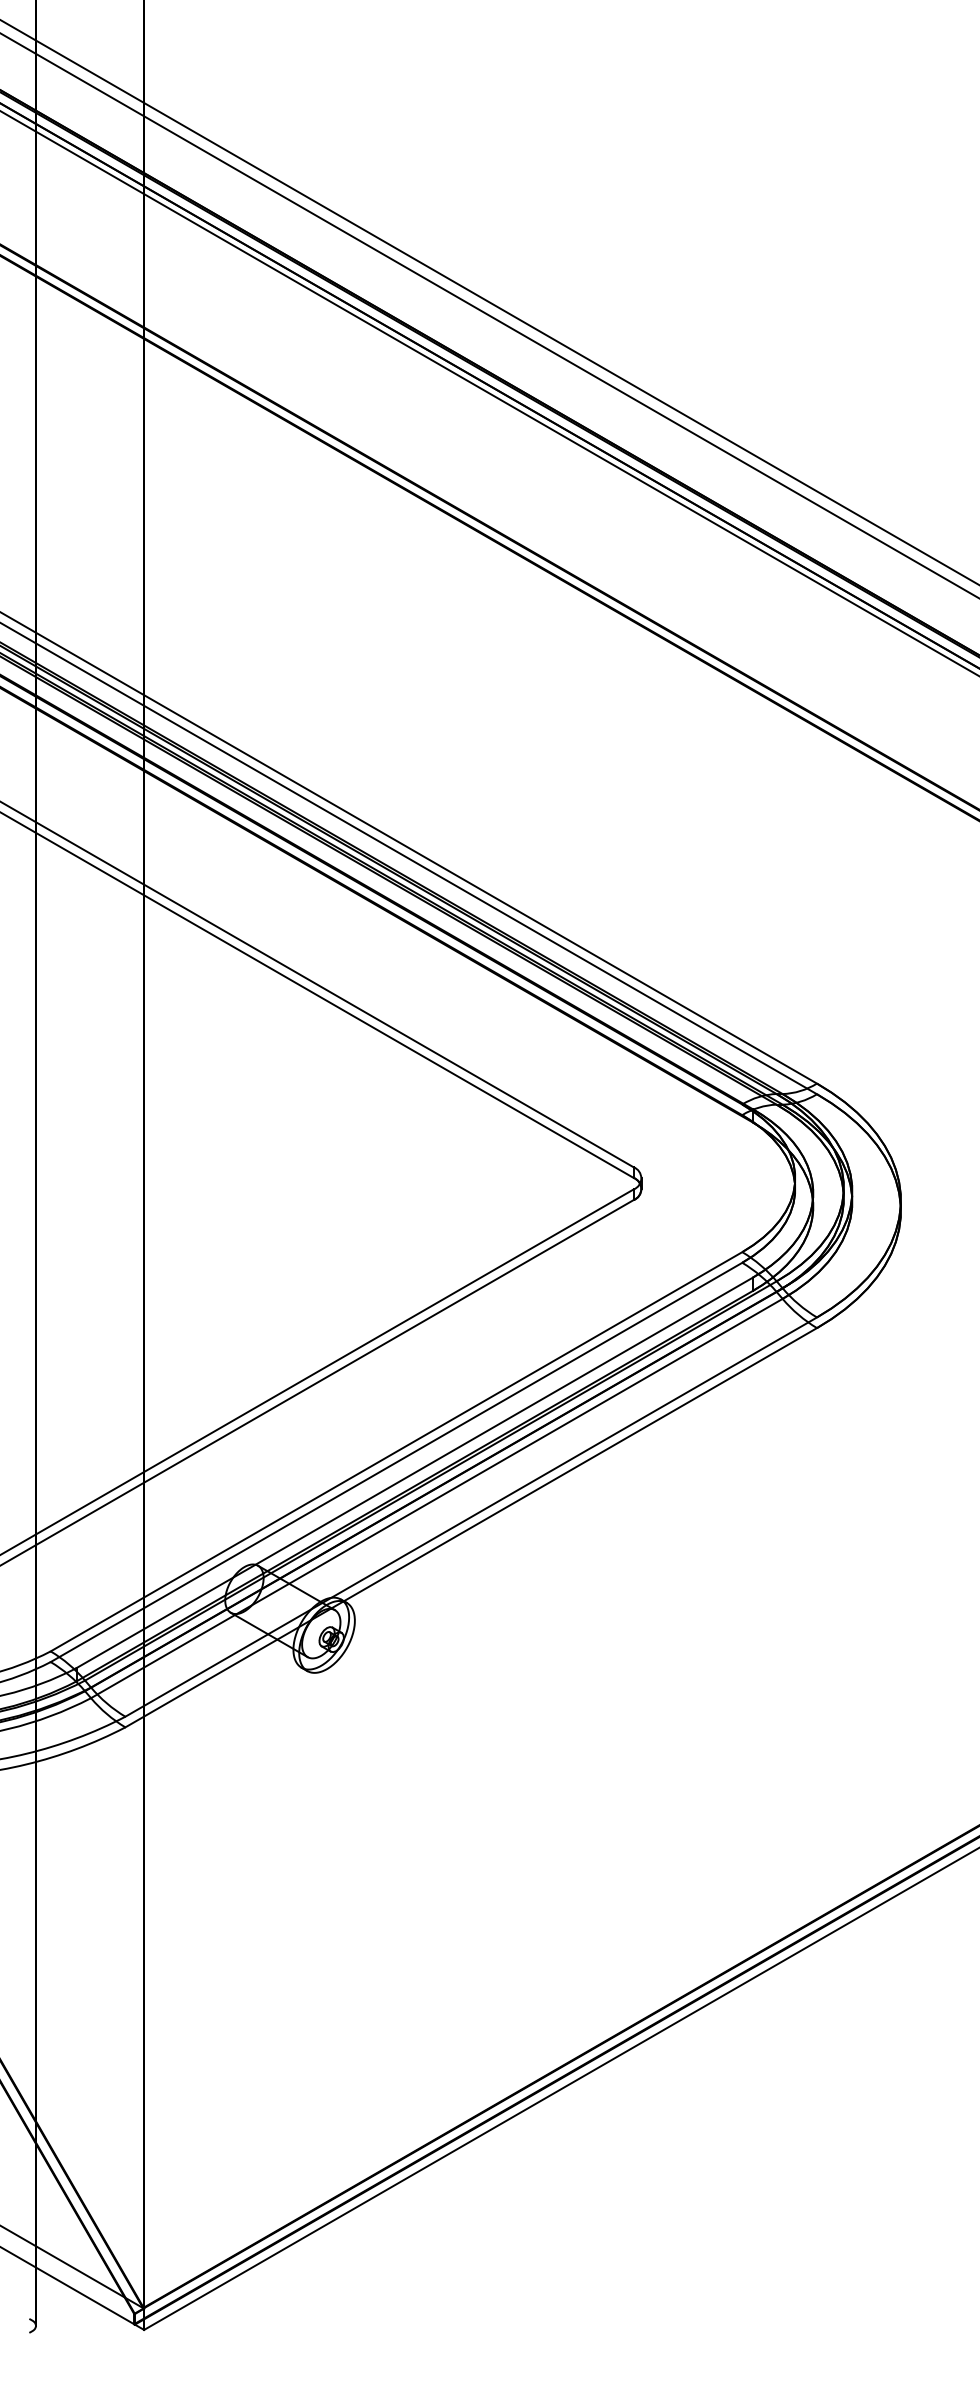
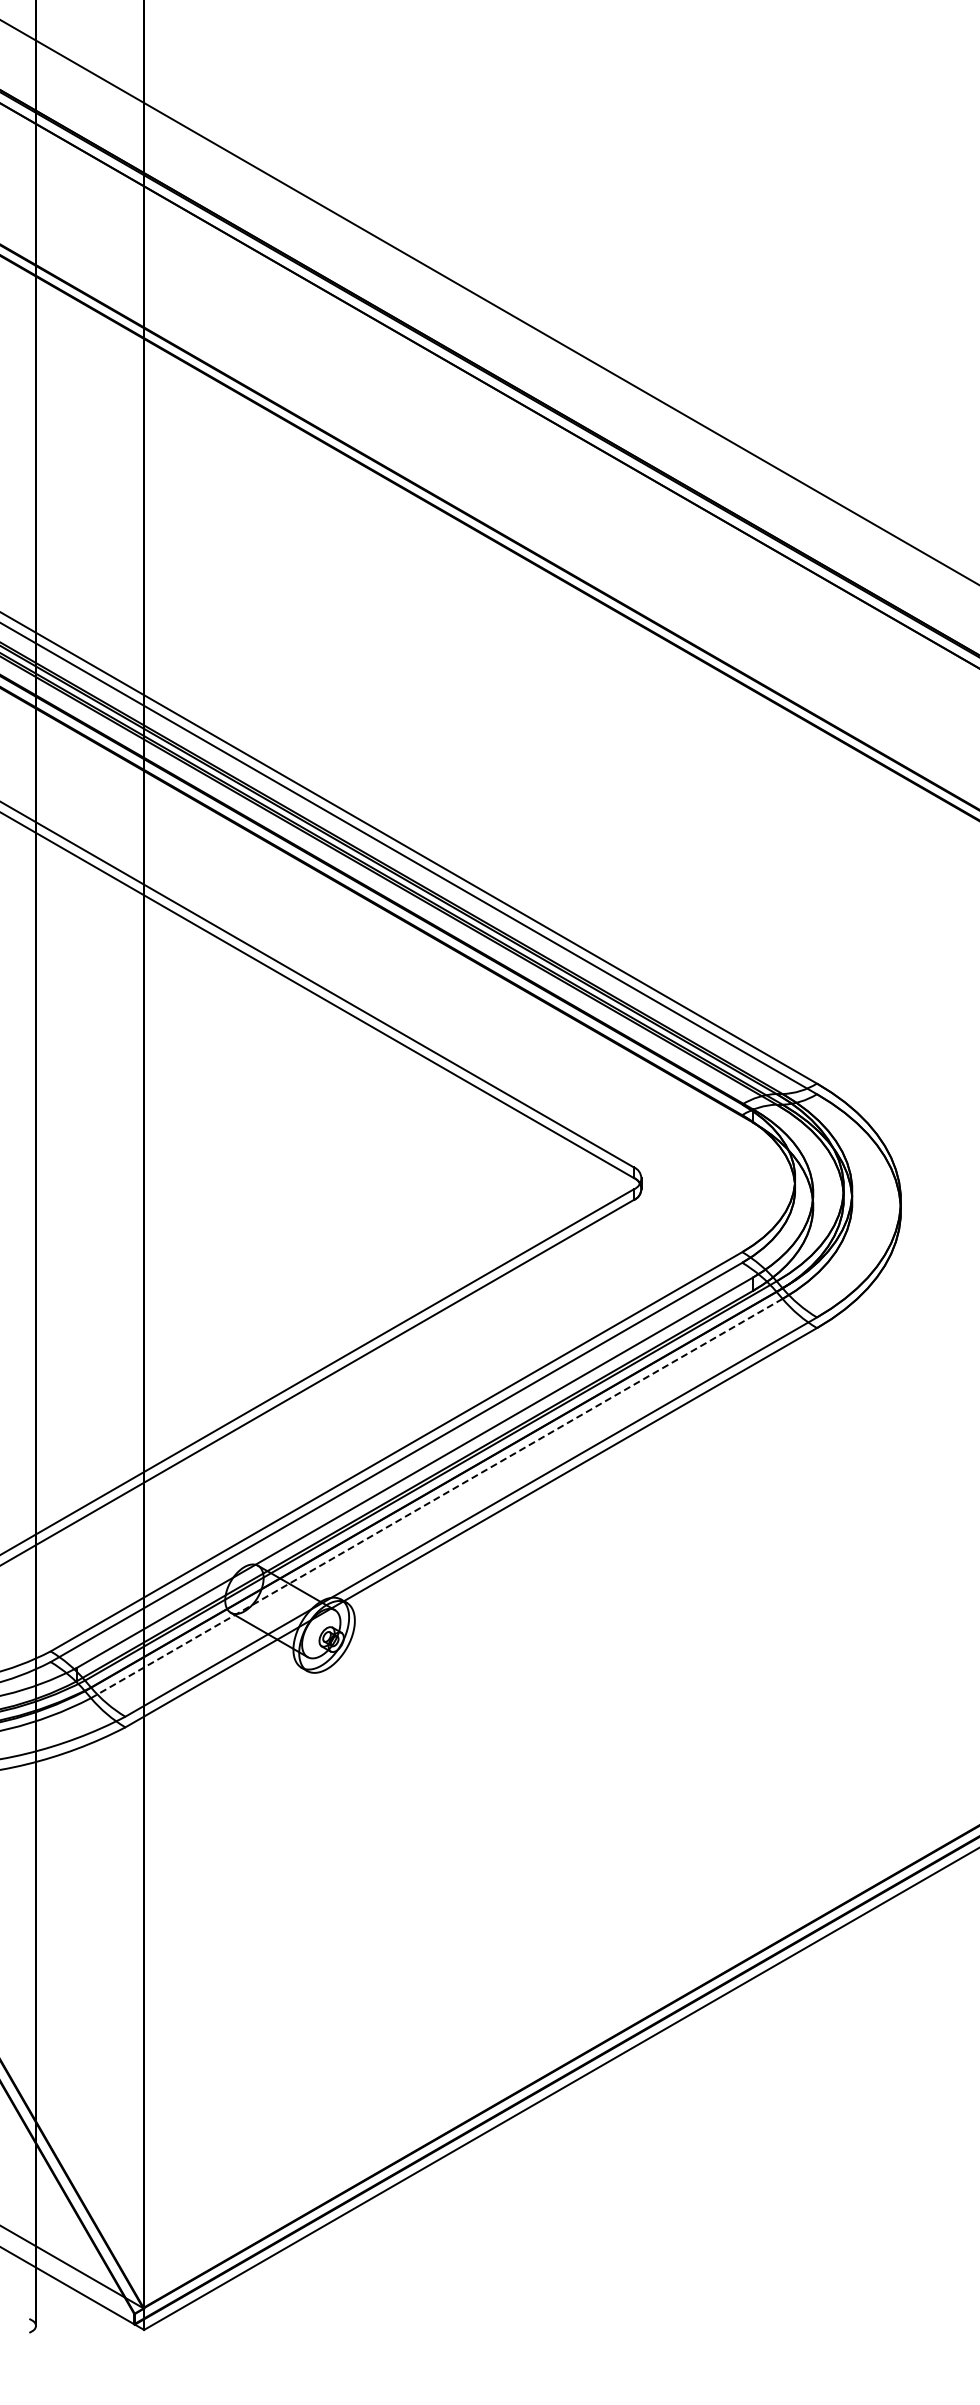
line at (489, 315): present -> none
line at (489, 393): present -> none
line at (436, 1498): solid -> dashed
